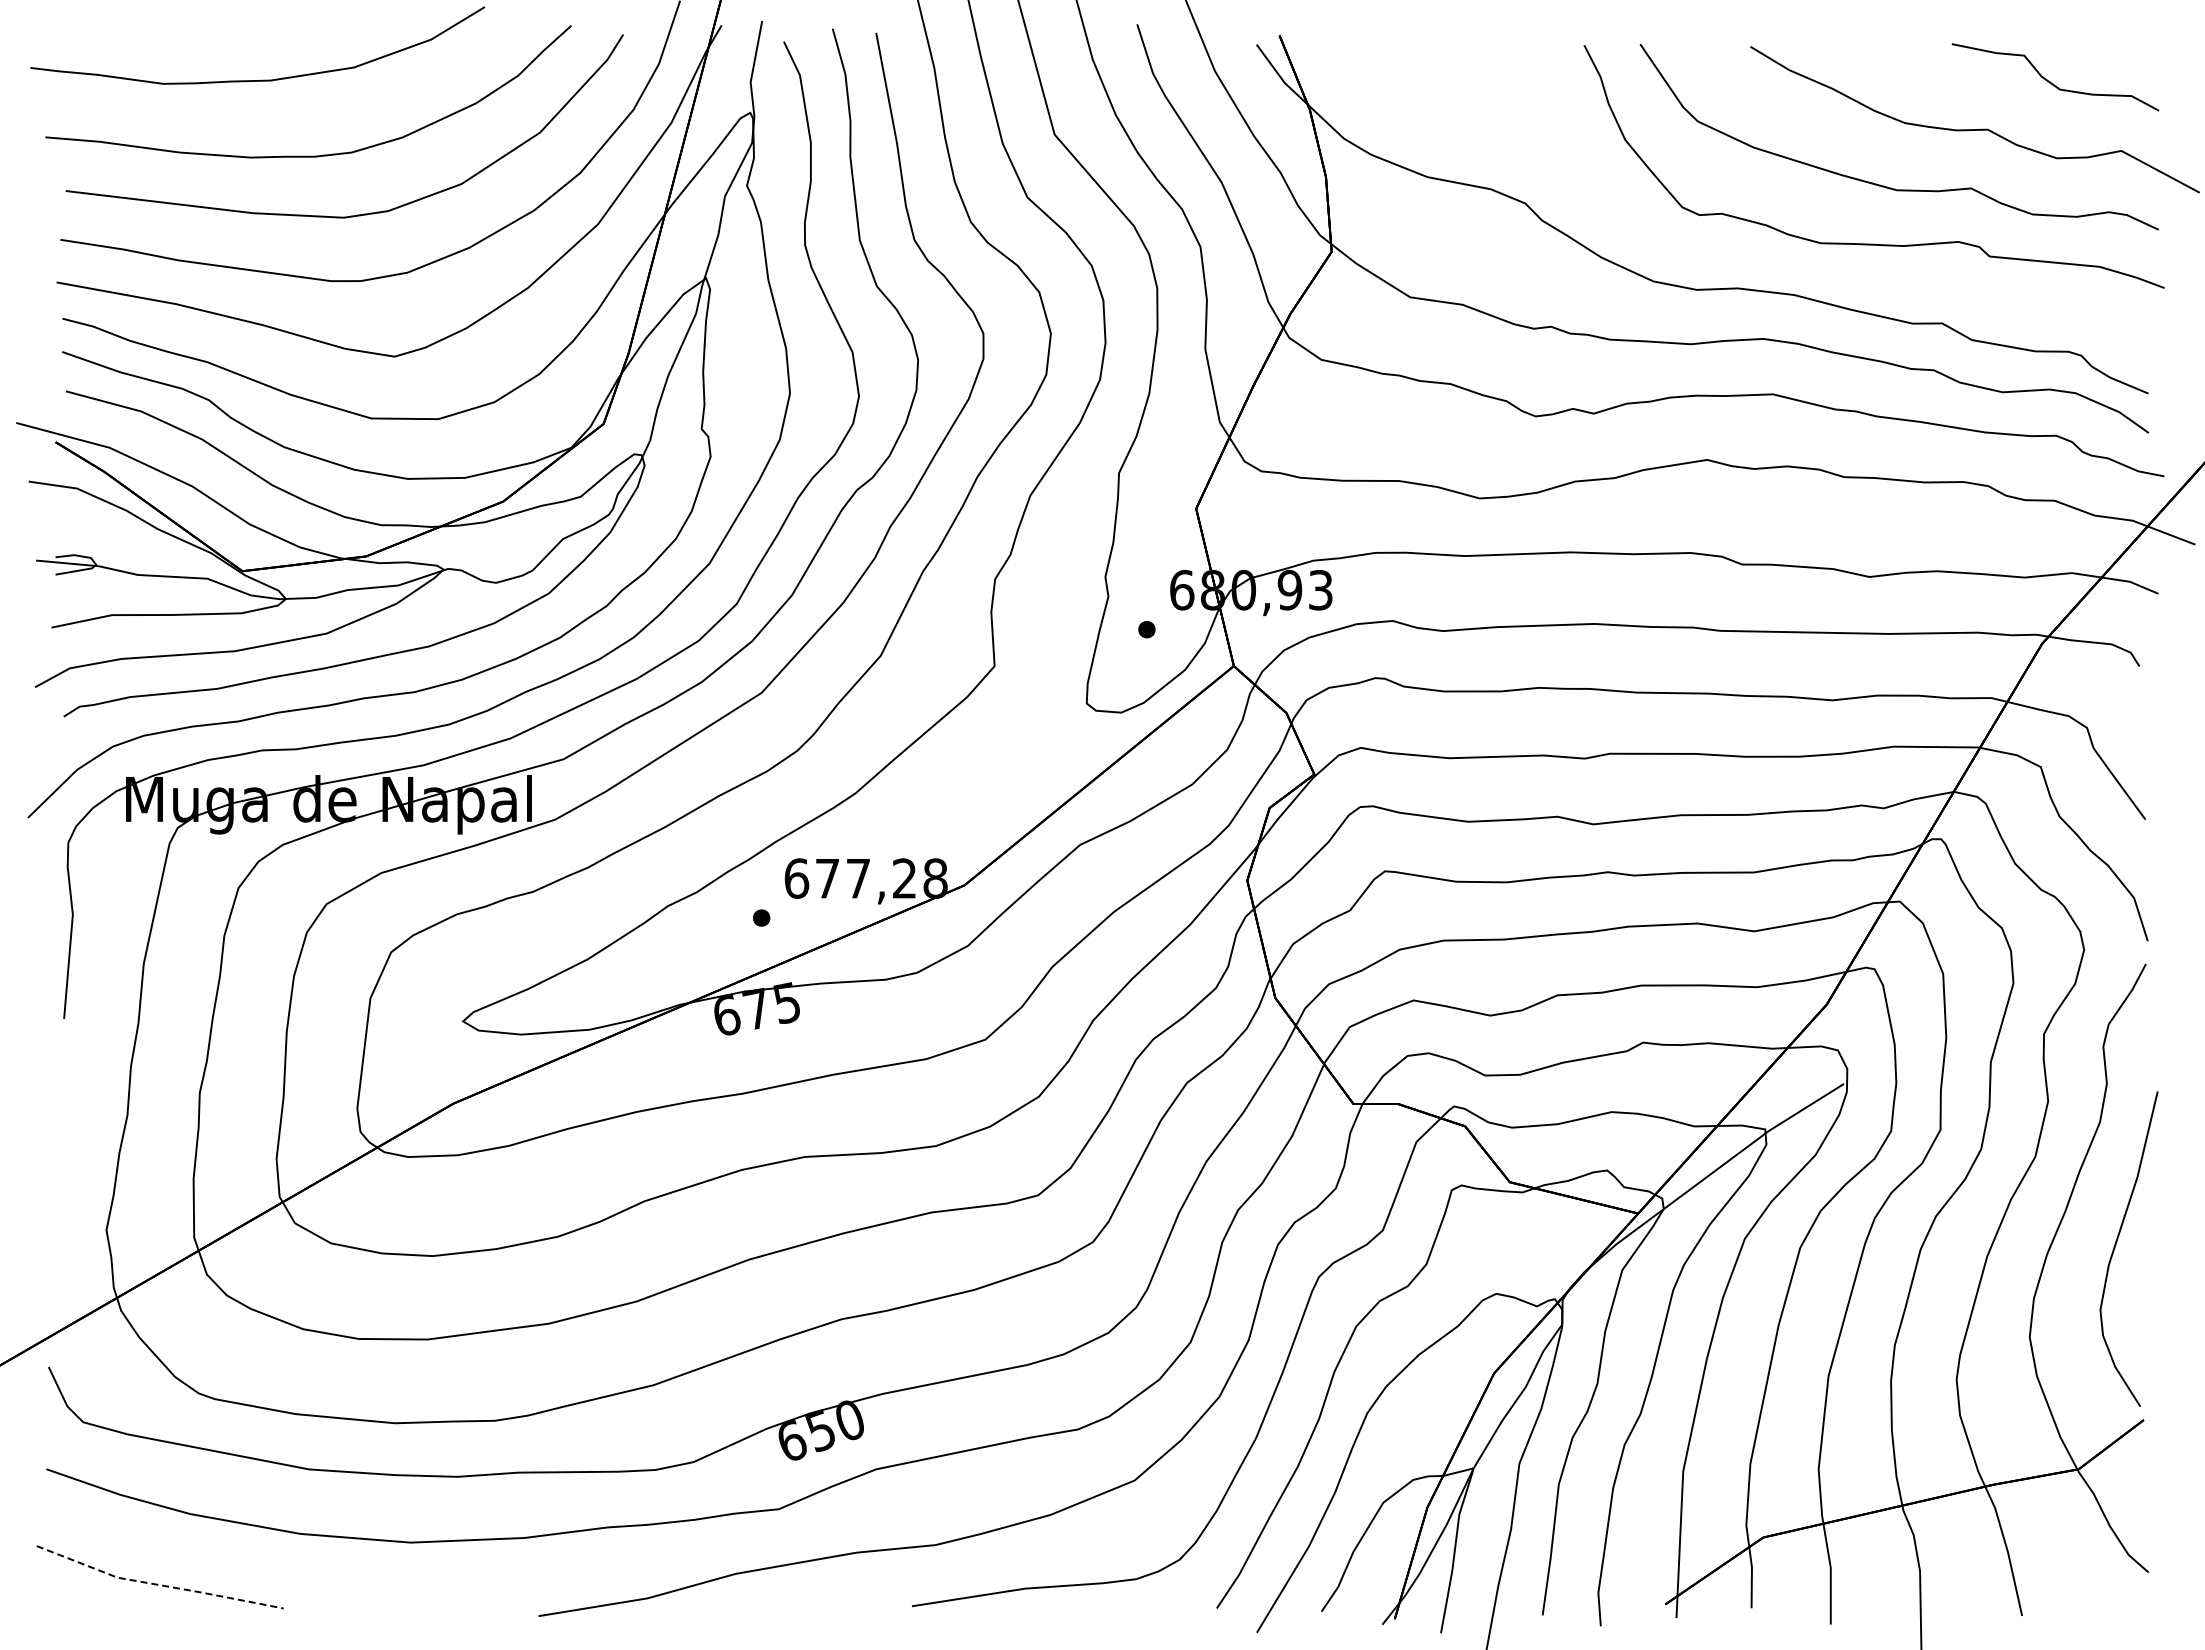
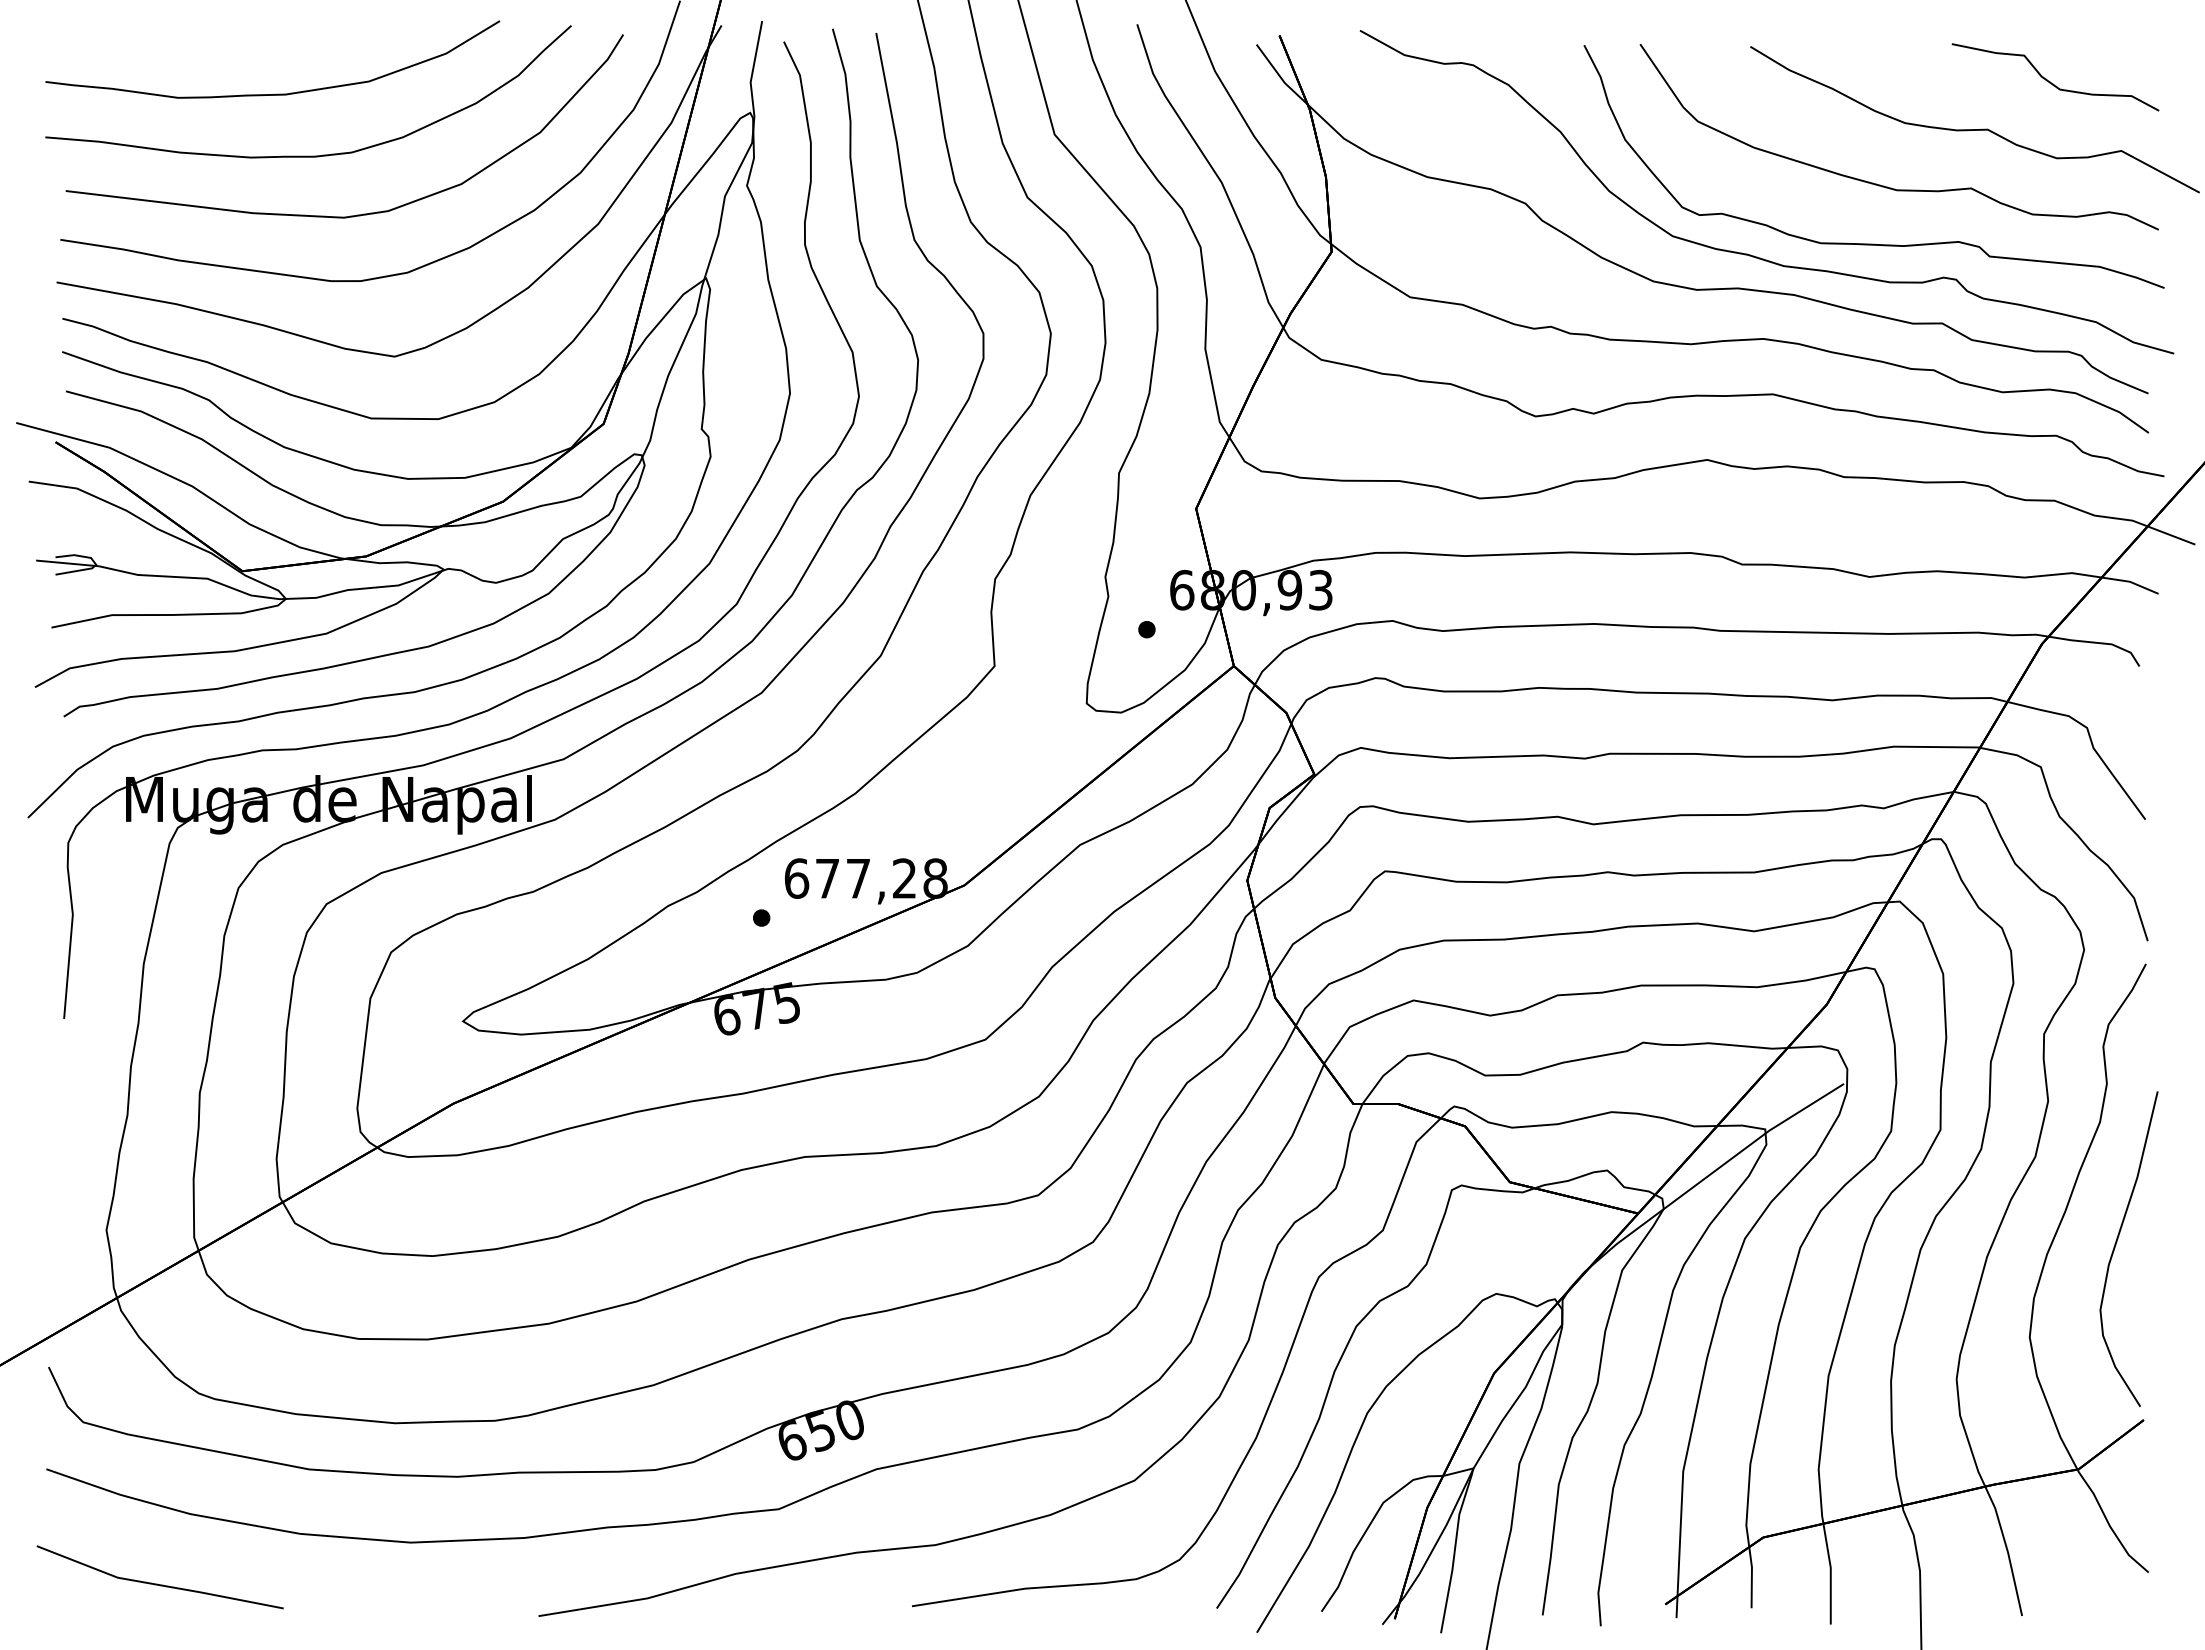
curve at (261, 79) position: (261, 79) -> (276, 93)
curve at (1747, 253): none -> present
line at (159, 1585): dashed -> solid
